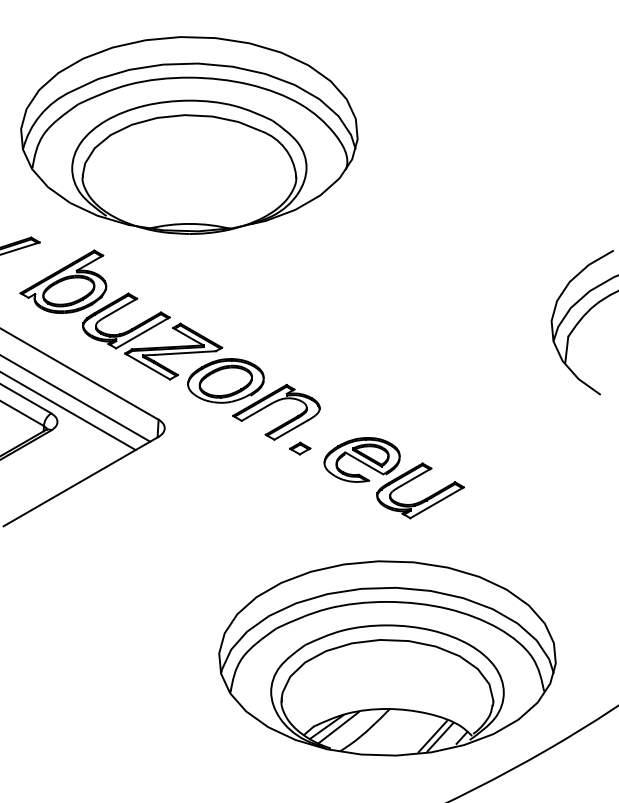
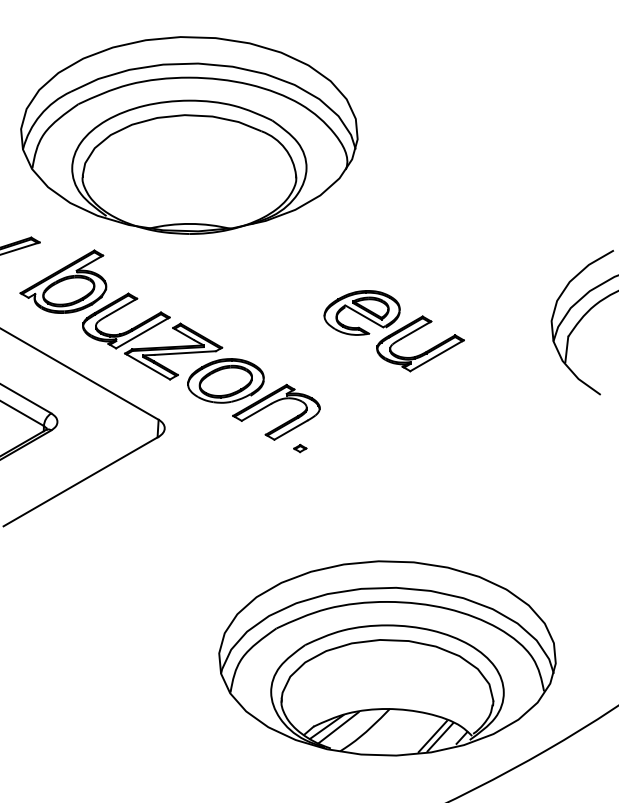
line at (76, 398): present -> none
line at (68, 411): present -> none
part at (300, 448) size: 23x15 px -> 15x11 px
part at (393, 478) position: (393, 478) -> (393, 331)
